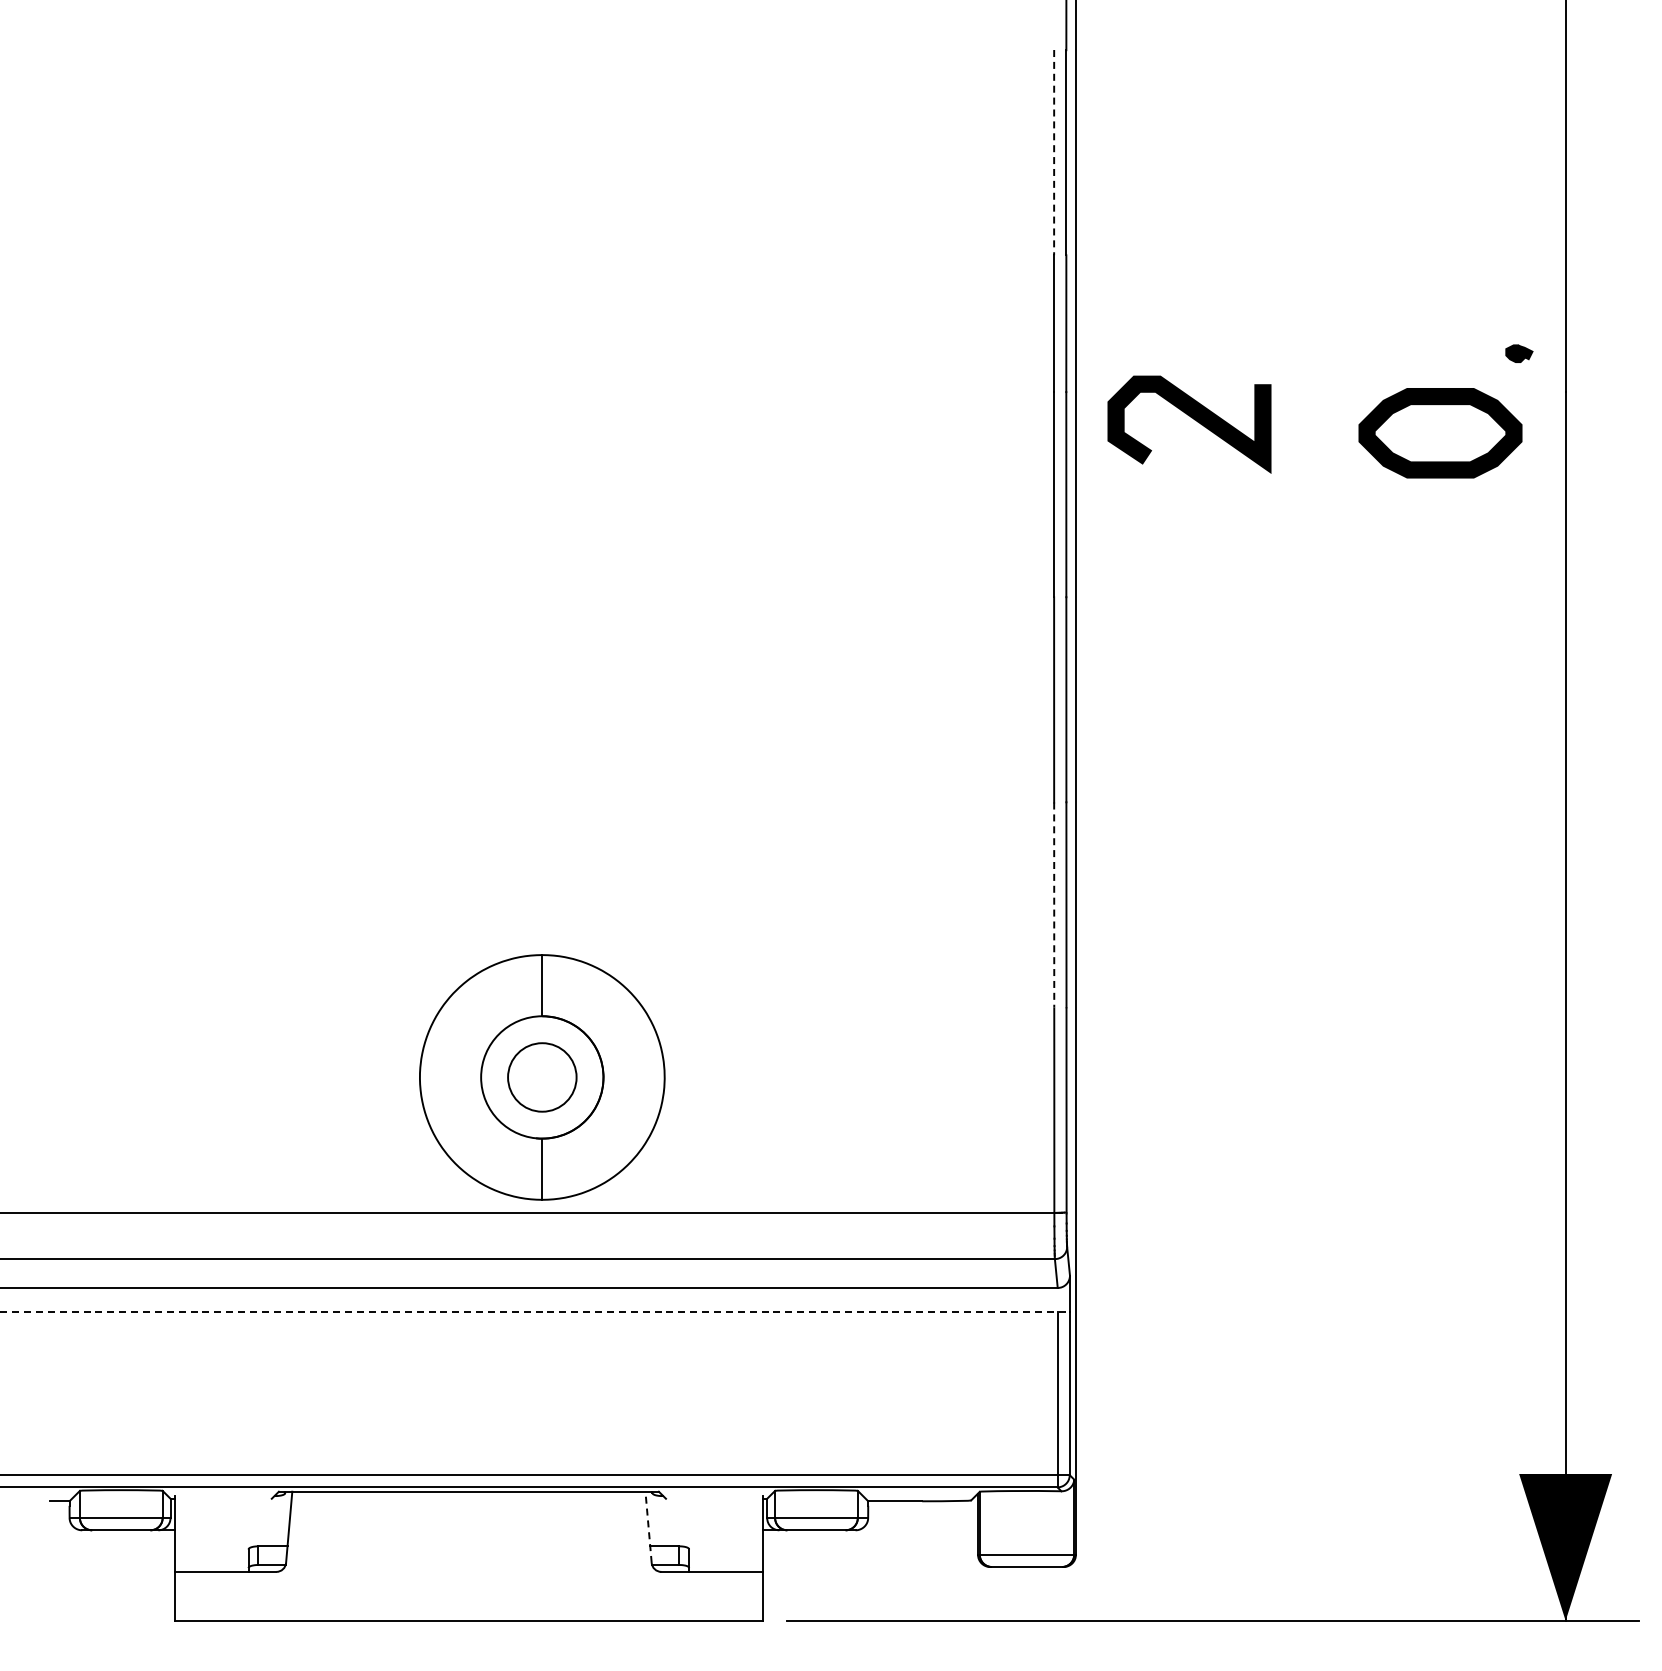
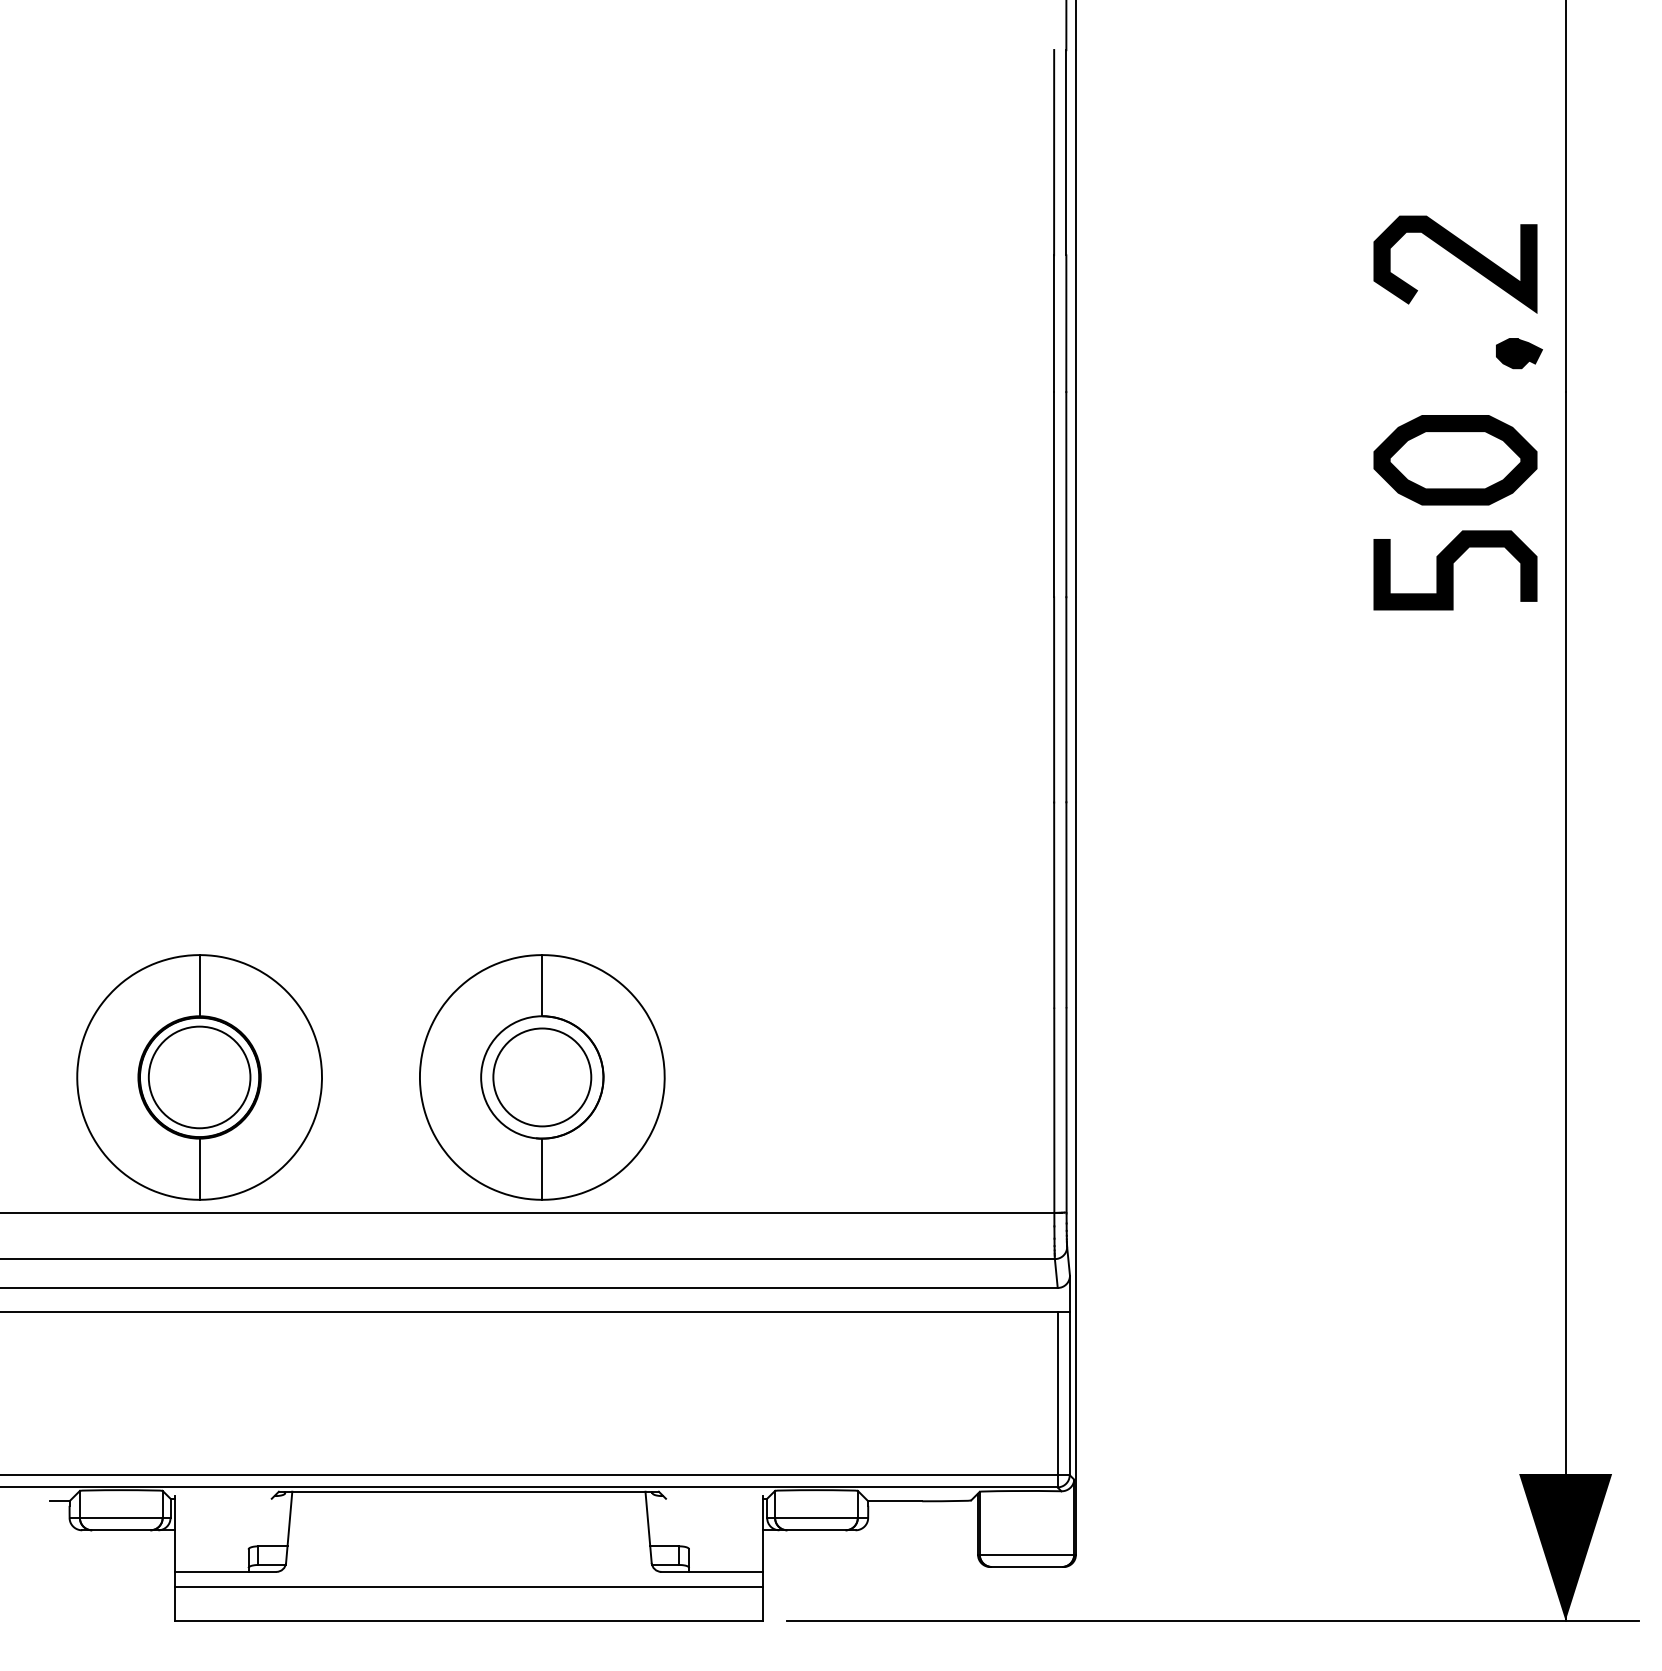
line at (1054, 152): dashed -> solid
part at (1519, 353) size: 29x19 px -> 47x32 px
curve at (1191, 418) position: (1191, 418) -> (1457, 258)
part at (1440, 433) position: (1440, 433) -> (1455, 460)
curve at (1453, 570): none -> present
line at (1054, 905): dashed -> solid
part at (199, 1077): none -> present
circle at (542, 1077) diameter: 69 px -> 98 px
line at (535, 1312): dashed -> solid
line at (648, 1527): dashed -> solid
line at (468, 1586): none -> present
